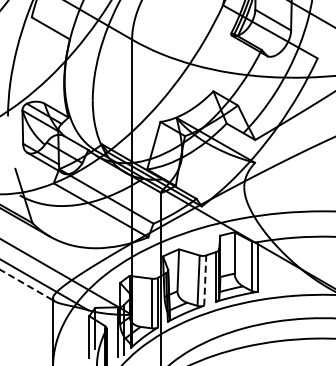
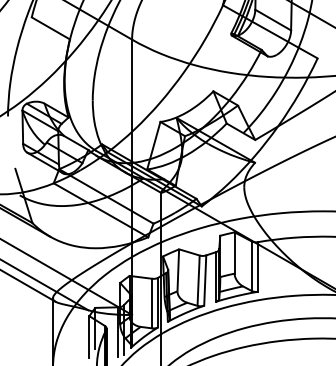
line at (205, 280): dashed -> solid
line at (27, 285): dashed -> solid
